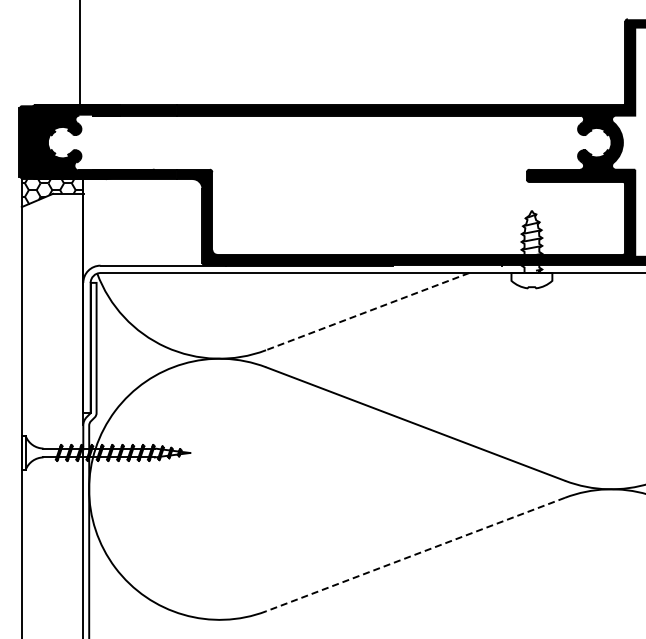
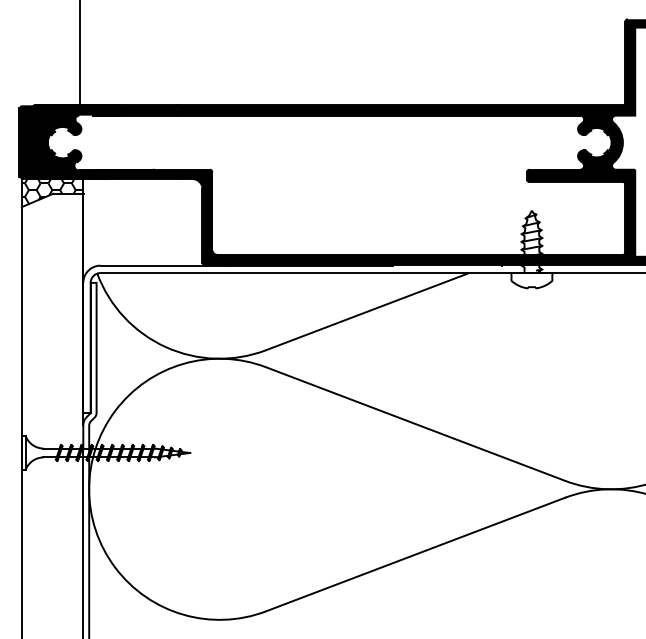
line at (367, 311): dashed -> solid
line at (415, 554): dashed -> solid
